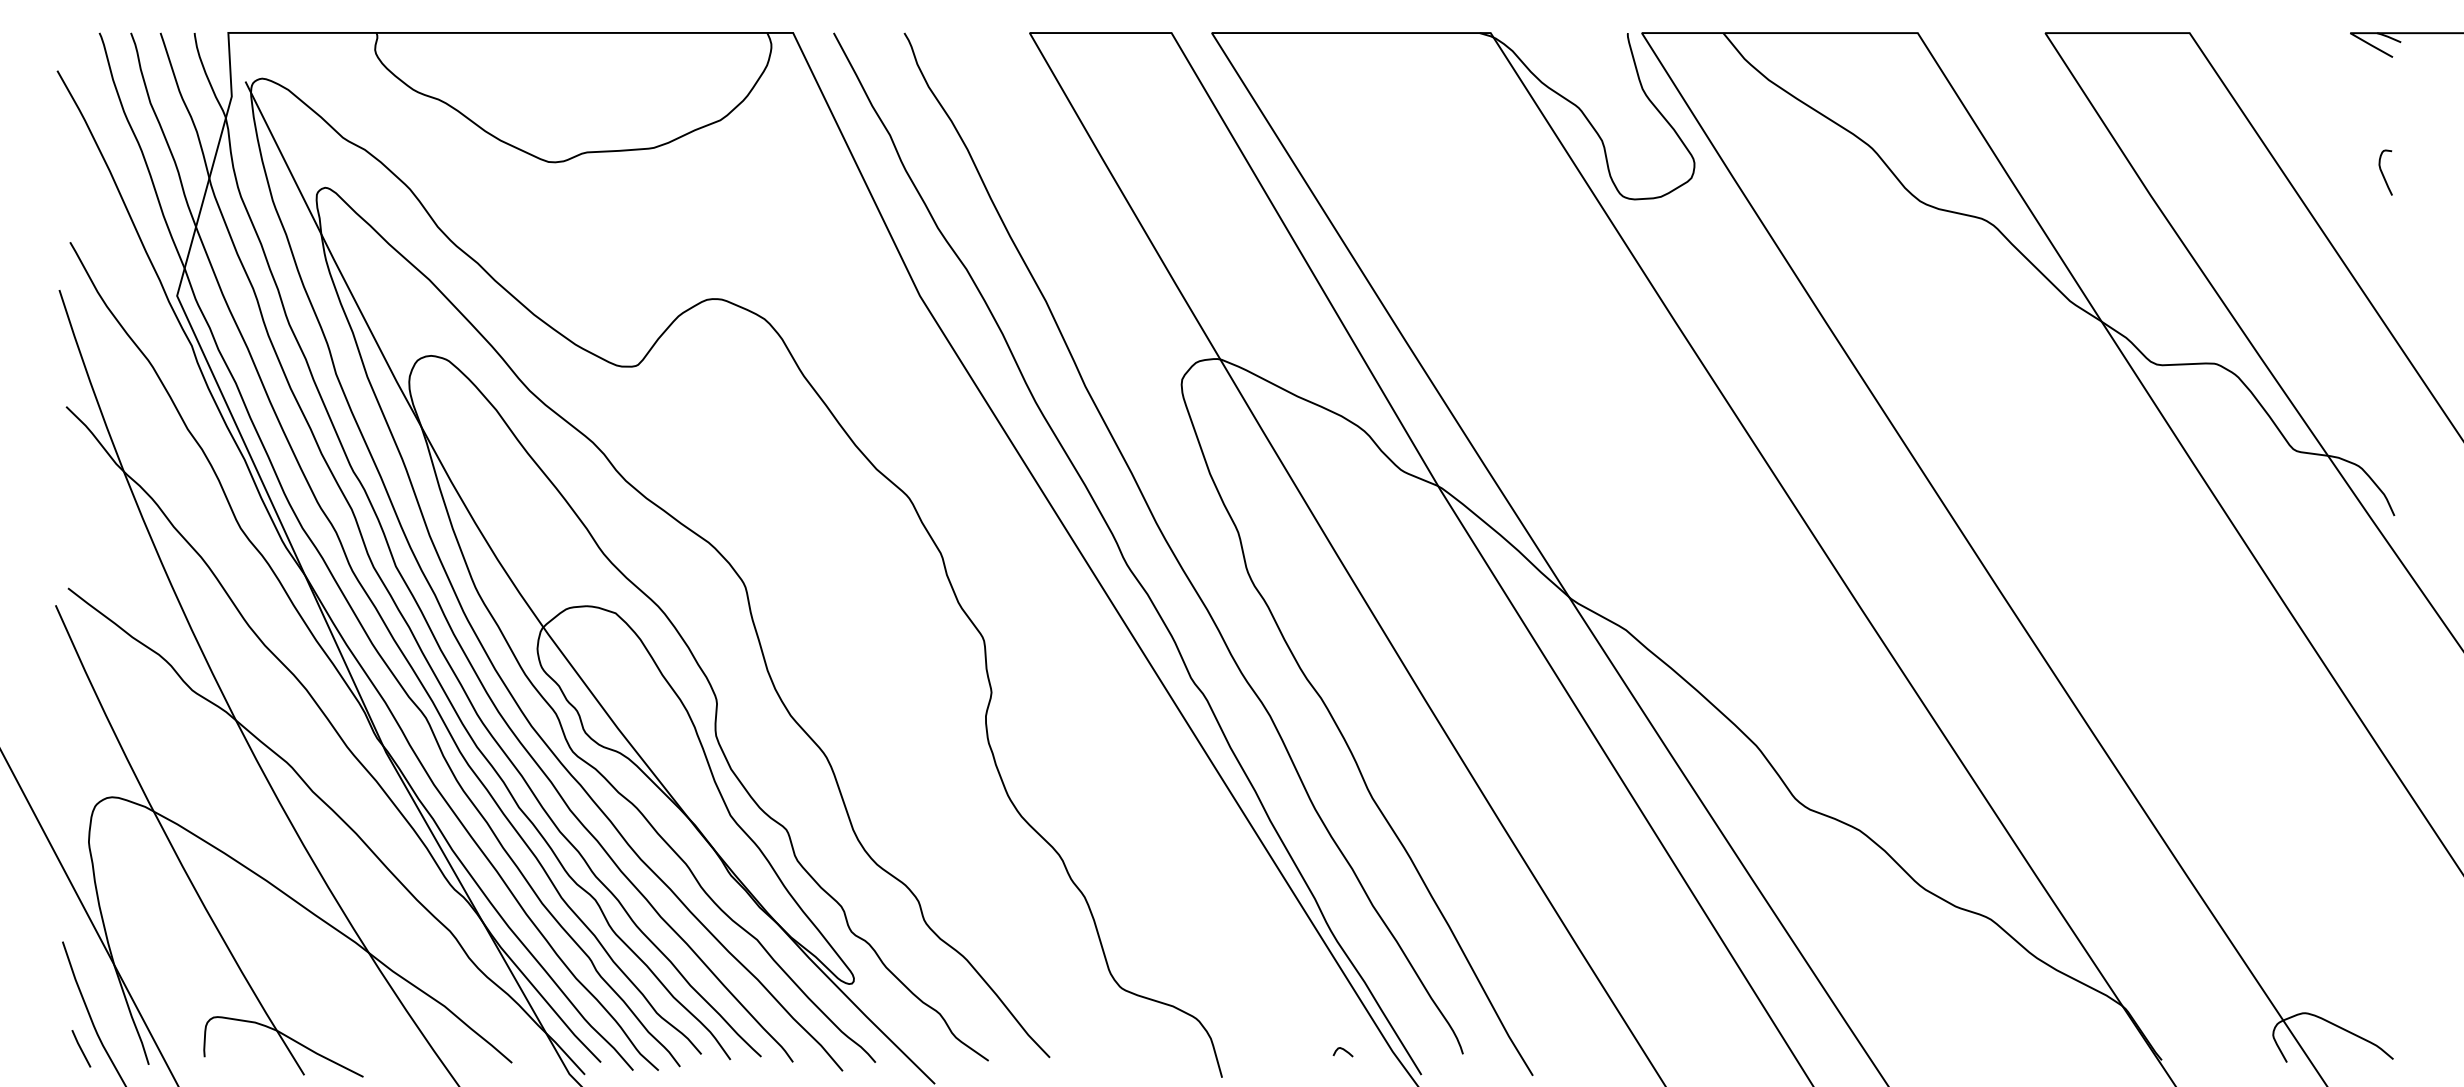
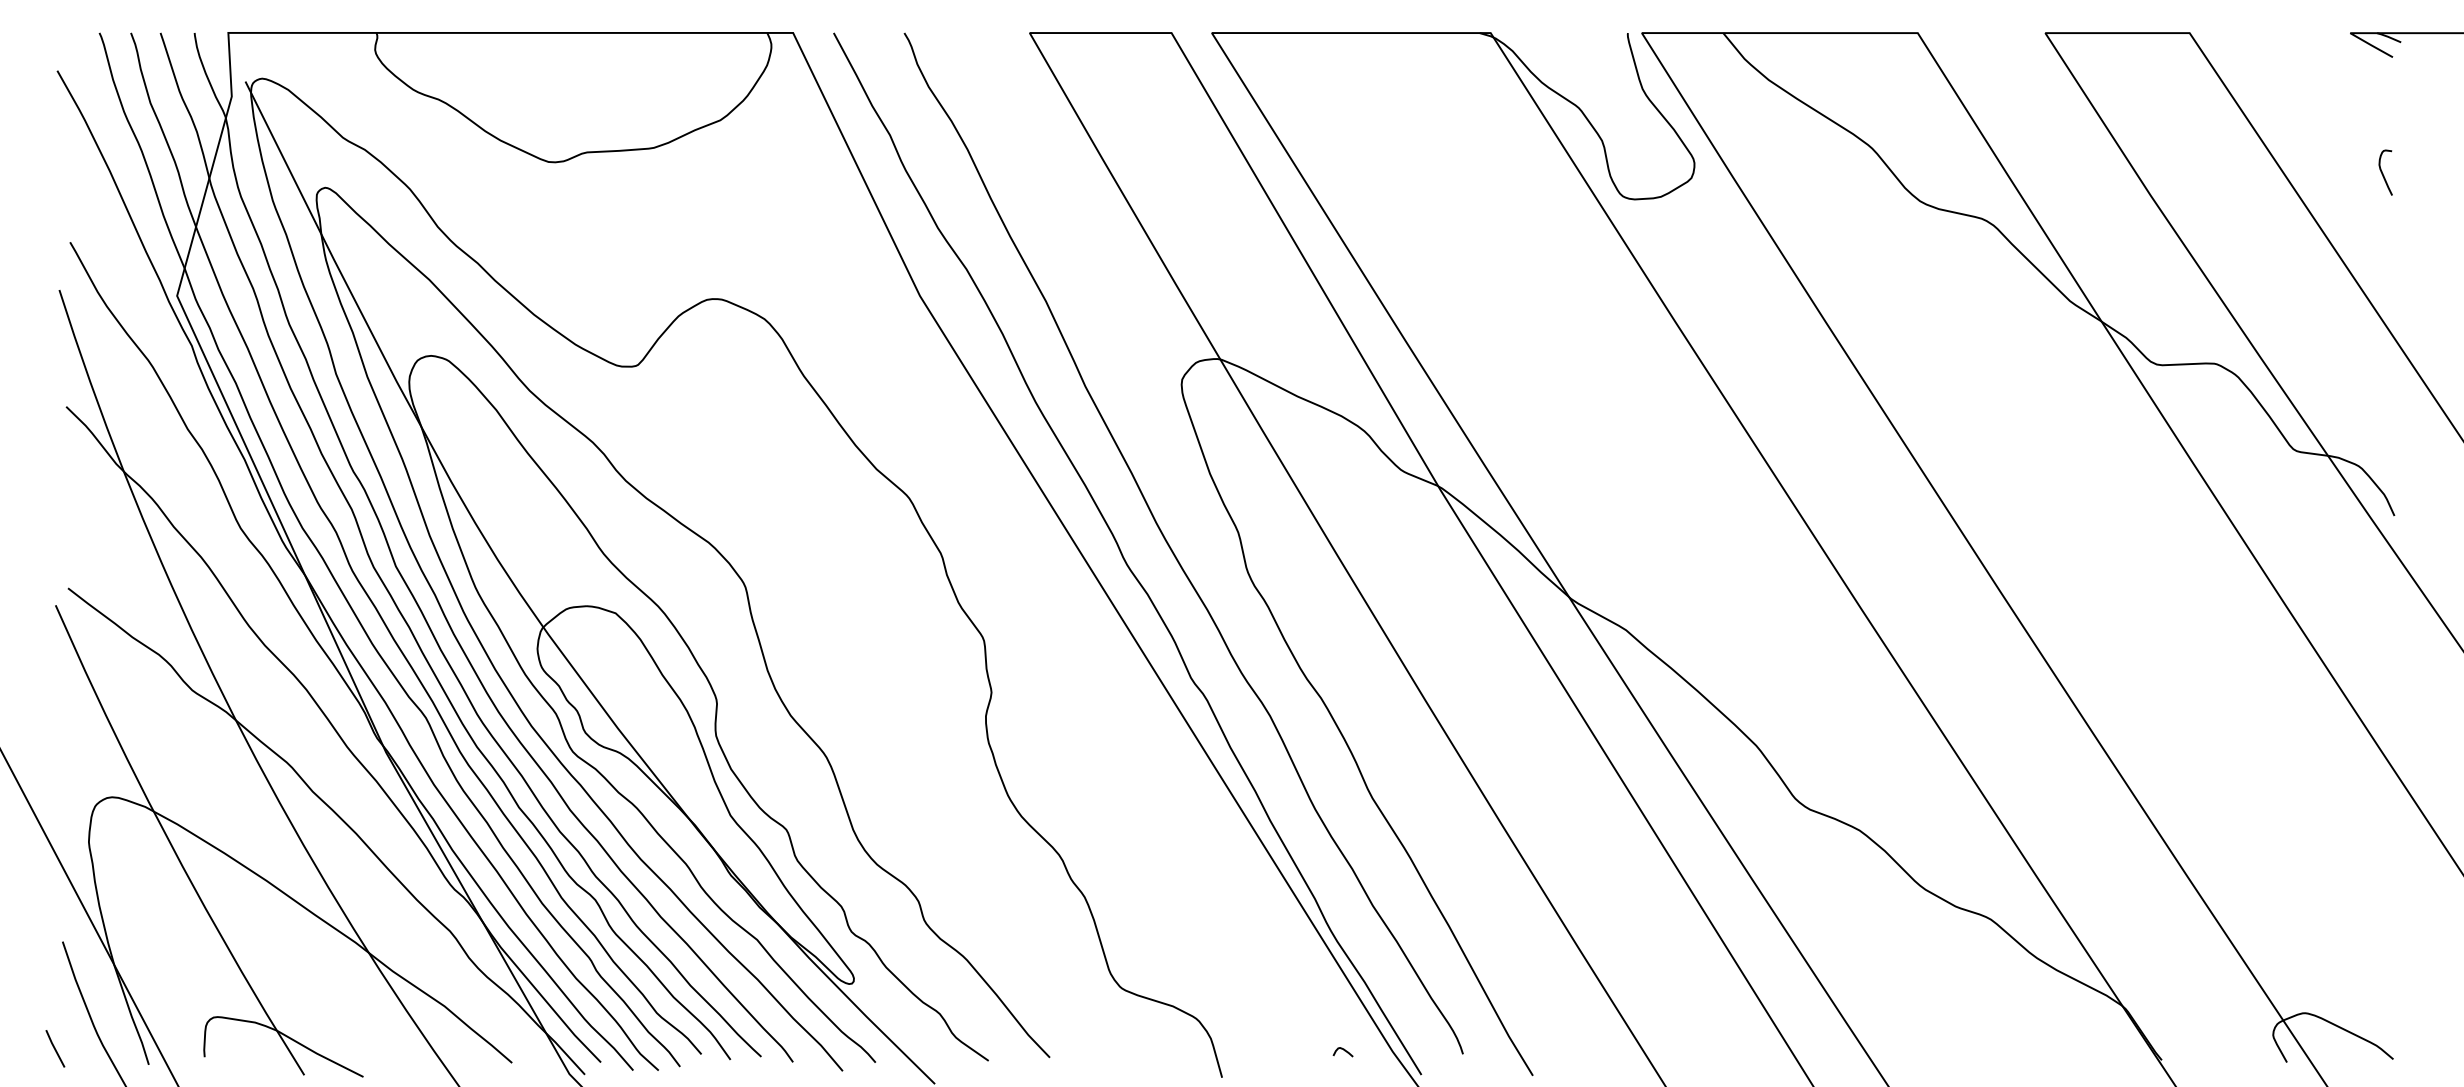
line at (81, 1048) position: (81, 1048) -> (55, 1048)
